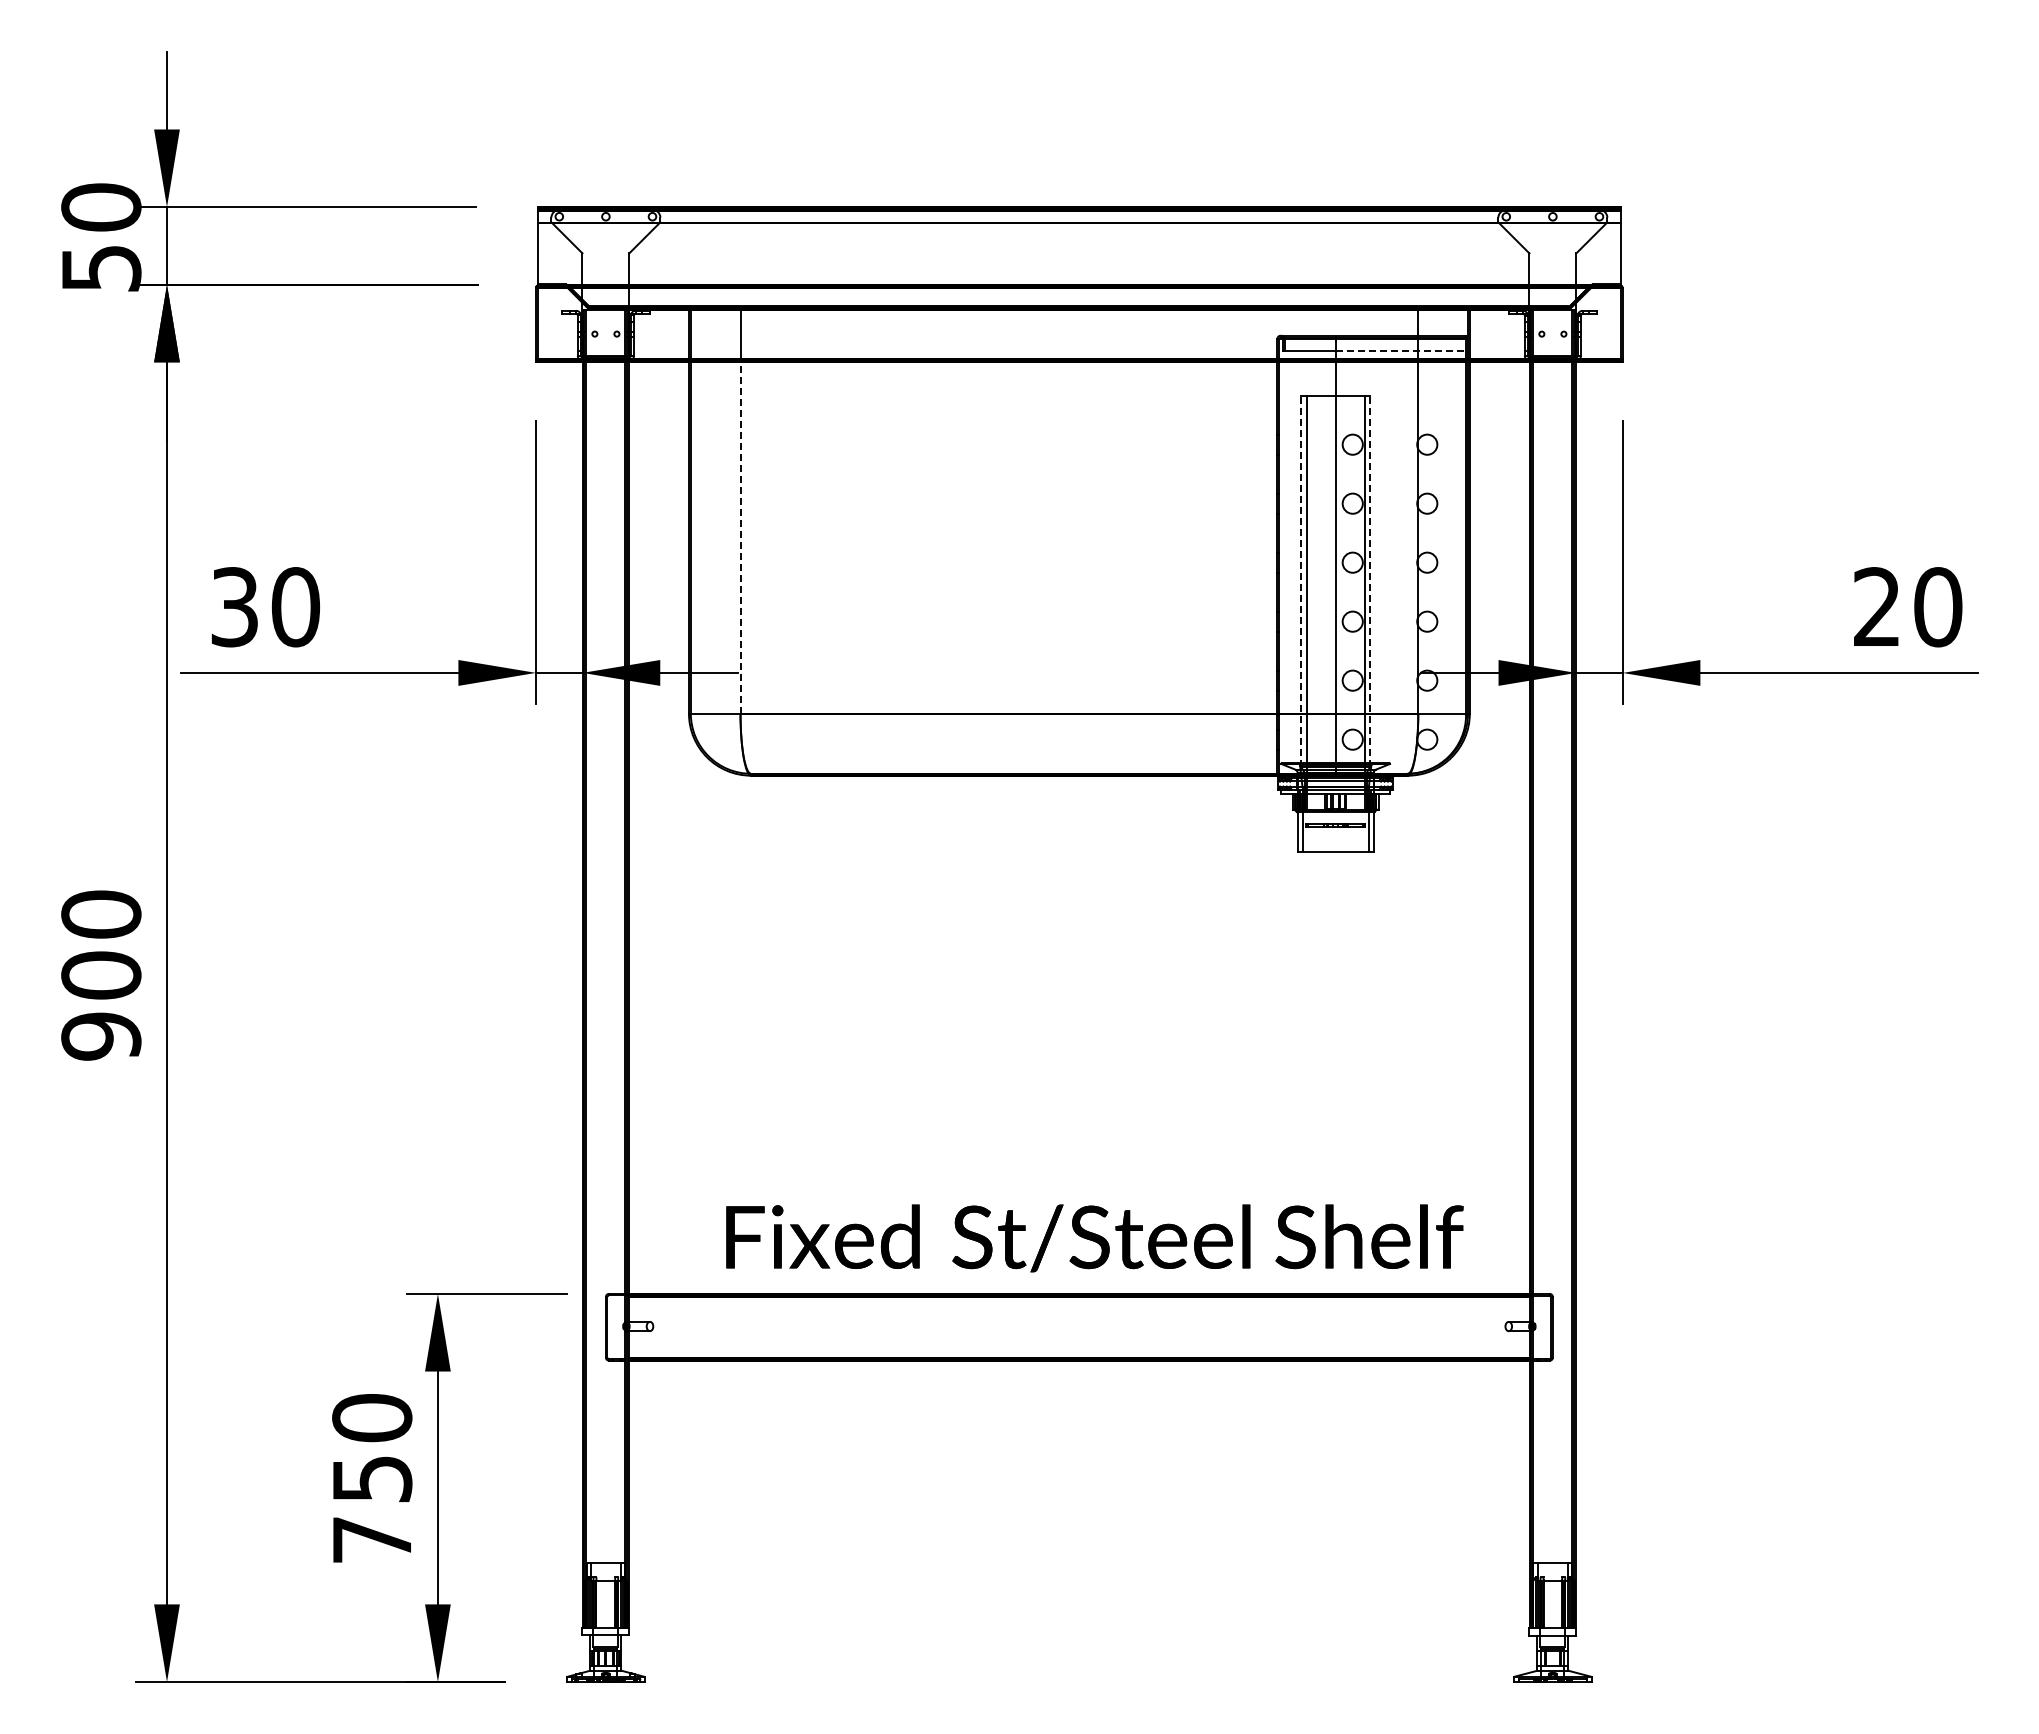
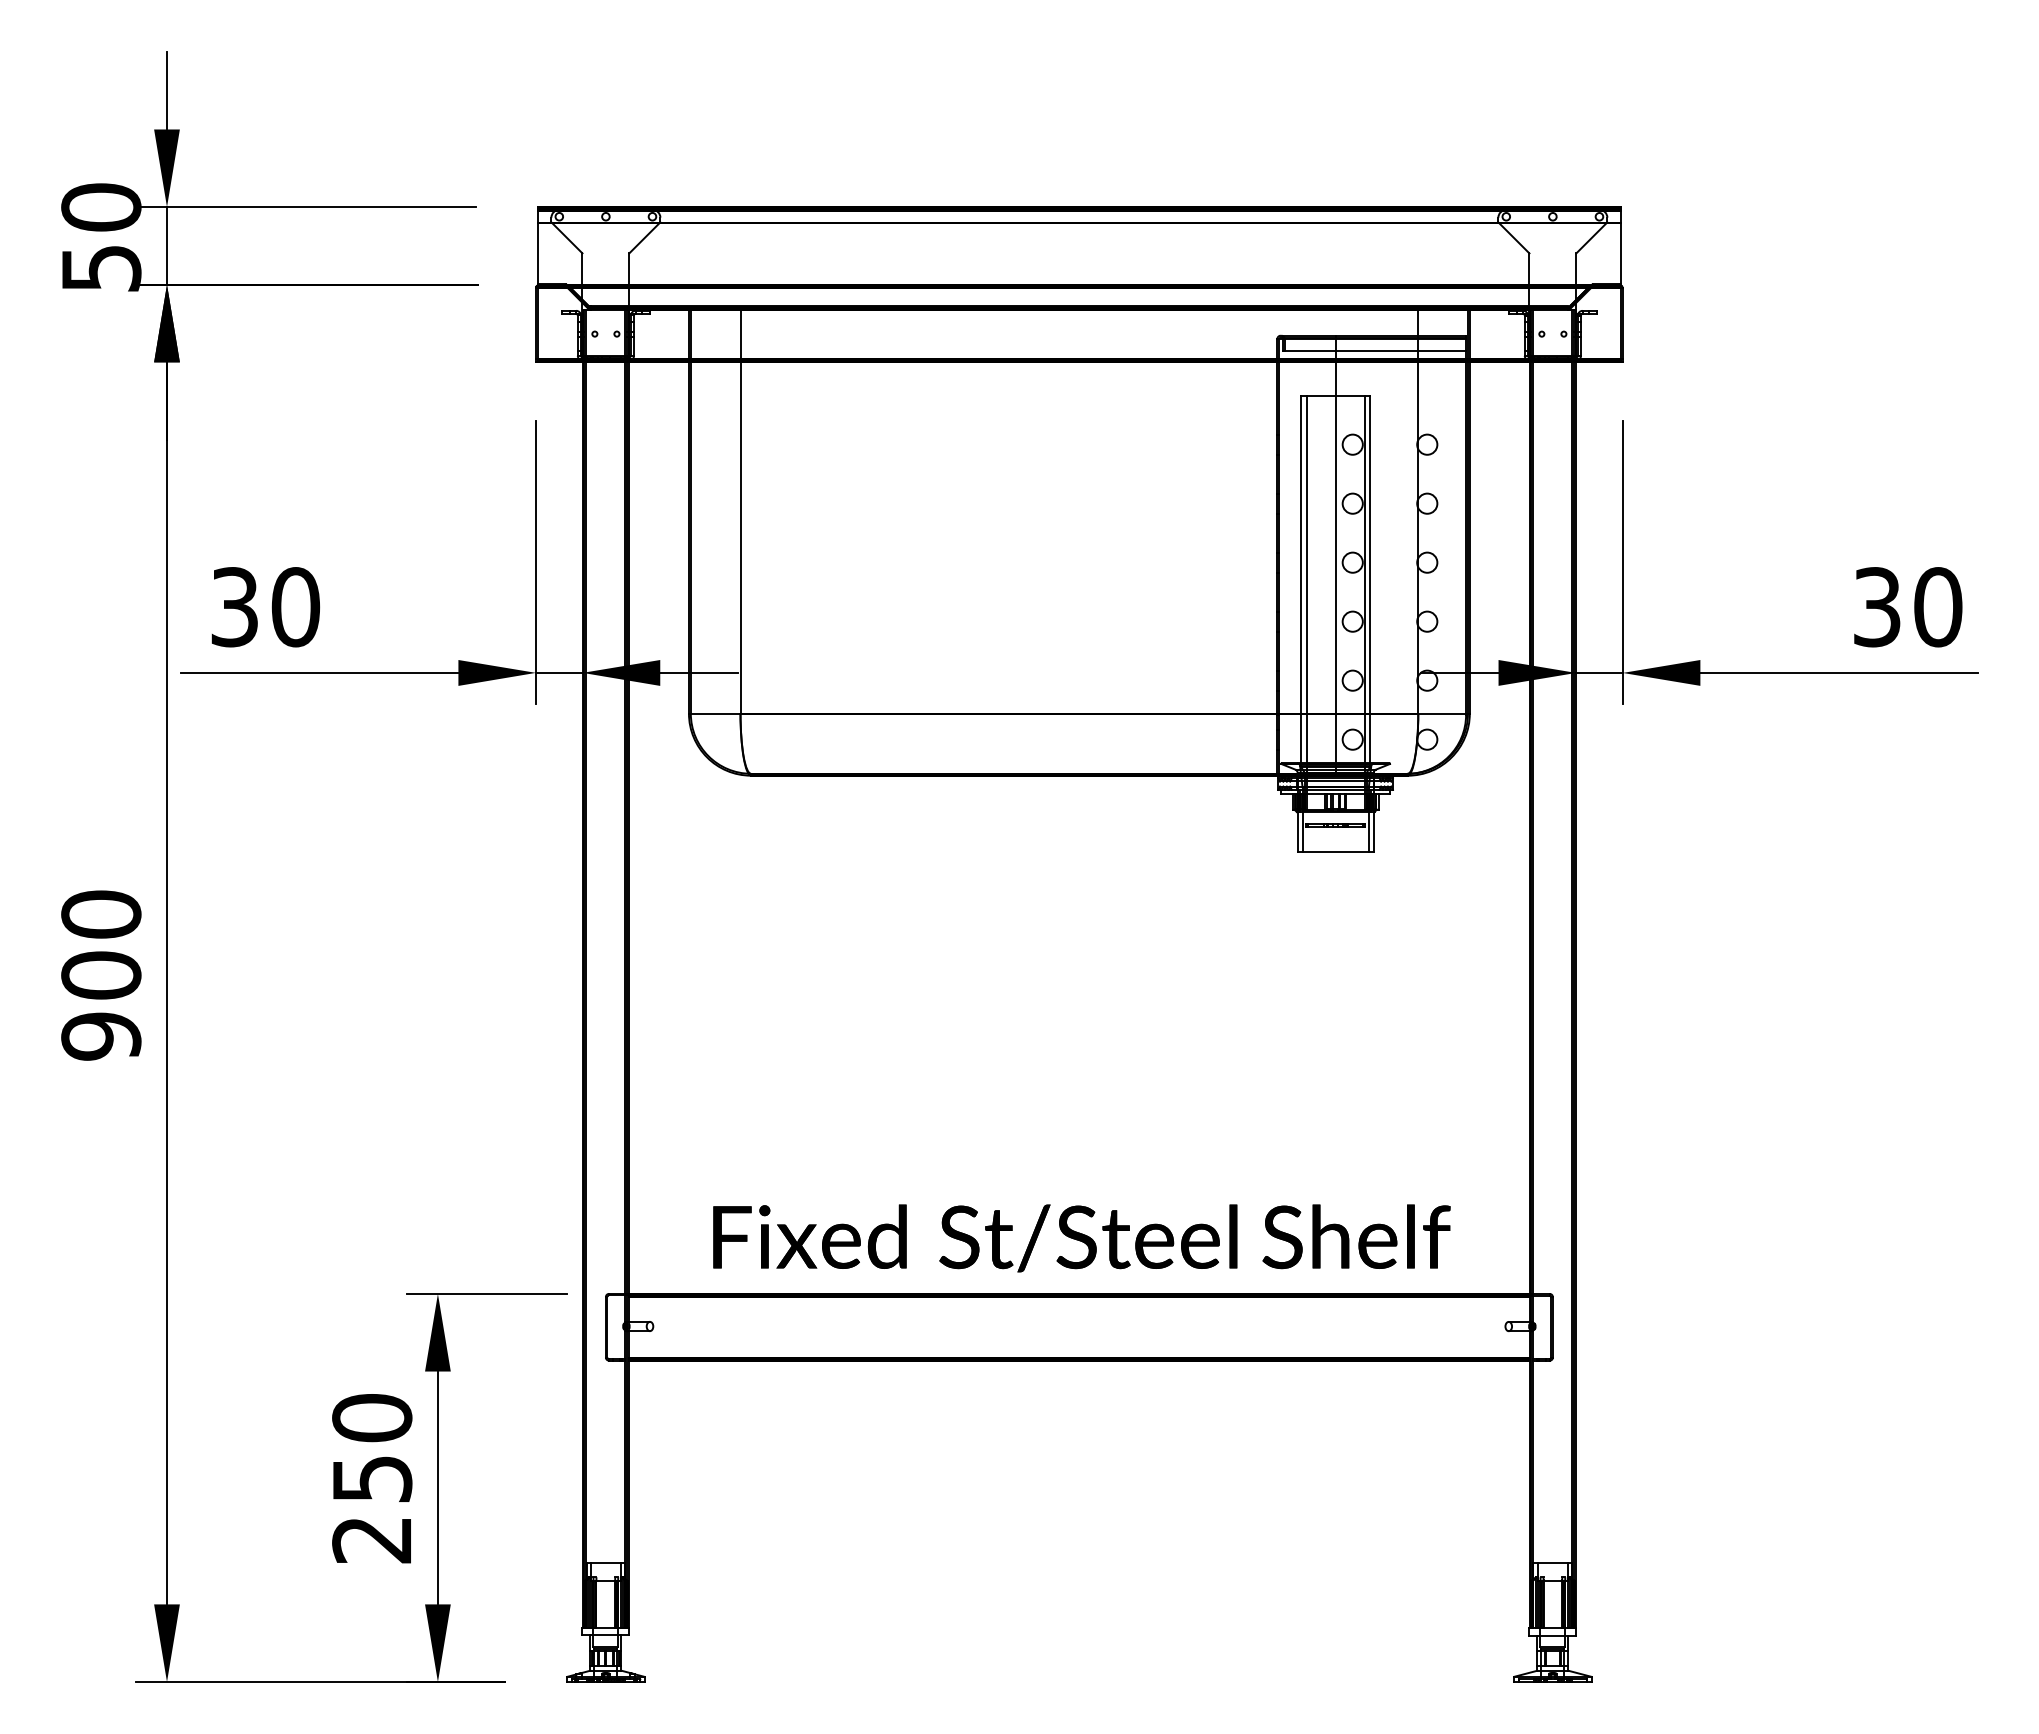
line at (1401, 351): dashed -> solid
line at (740, 537): dashed -> solid
line at (1301, 581): dashed -> solid
line at (1370, 581): dashed -> solid
text at (1877, 607): 20 -> 30
text at (1094, 1238) position: (1094, 1238) -> (1081, 1238)
text at (371, 1540): 750 -> 250
